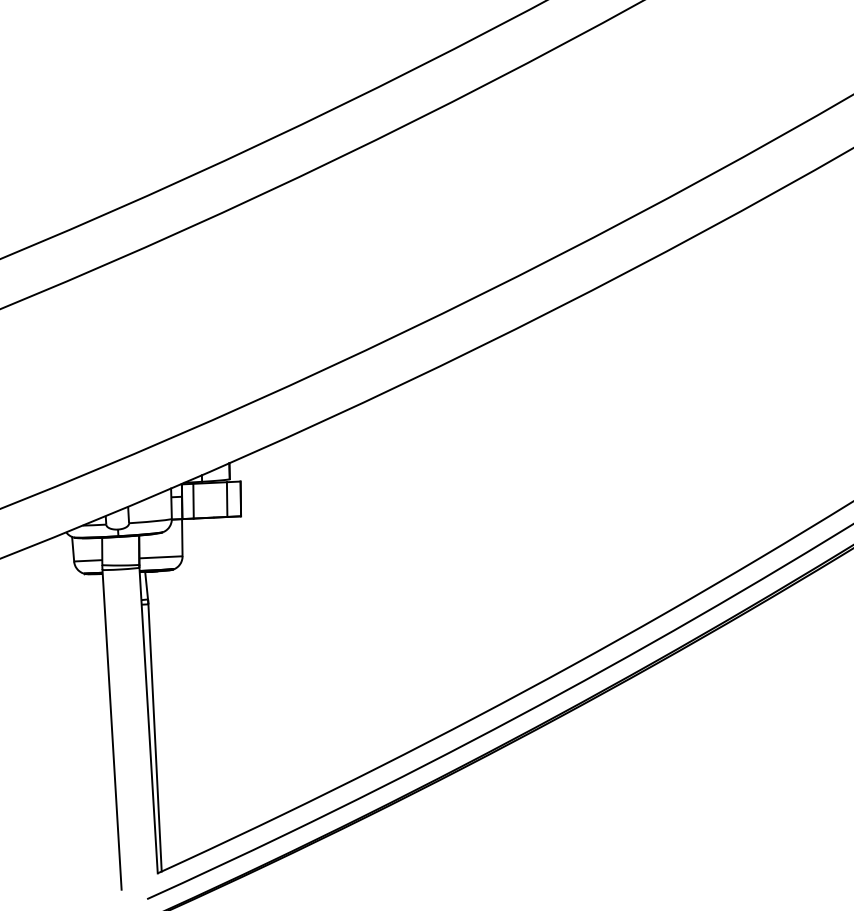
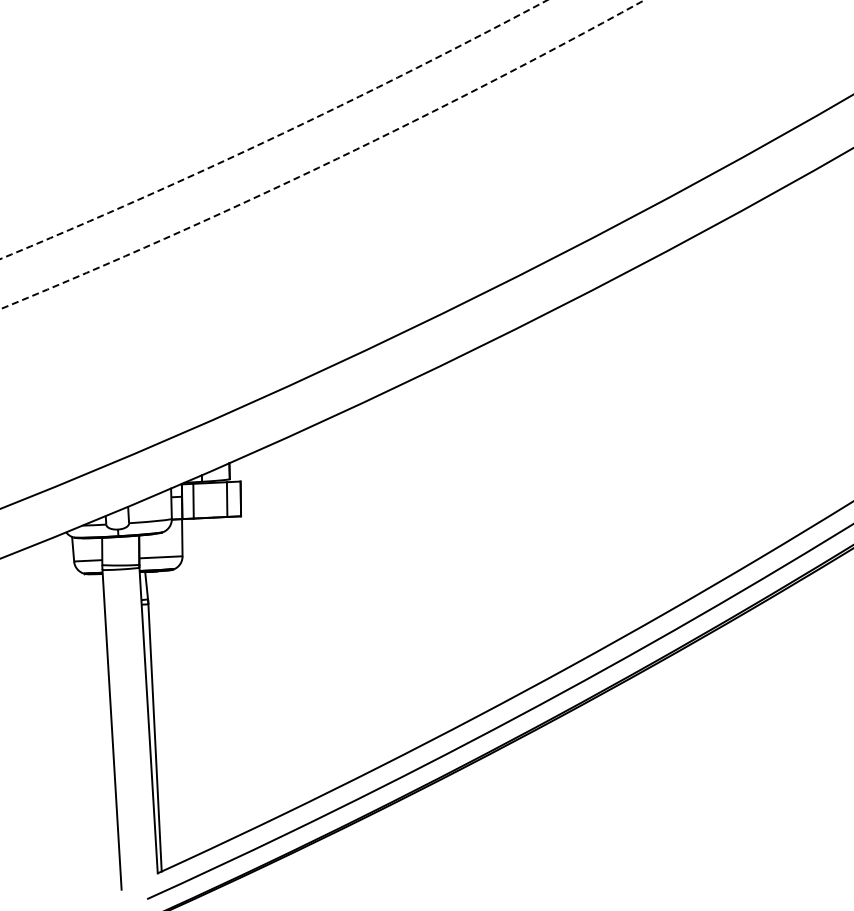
arc at (277, 136): solid -> dashed
arc at (326, 163): solid -> dashed
